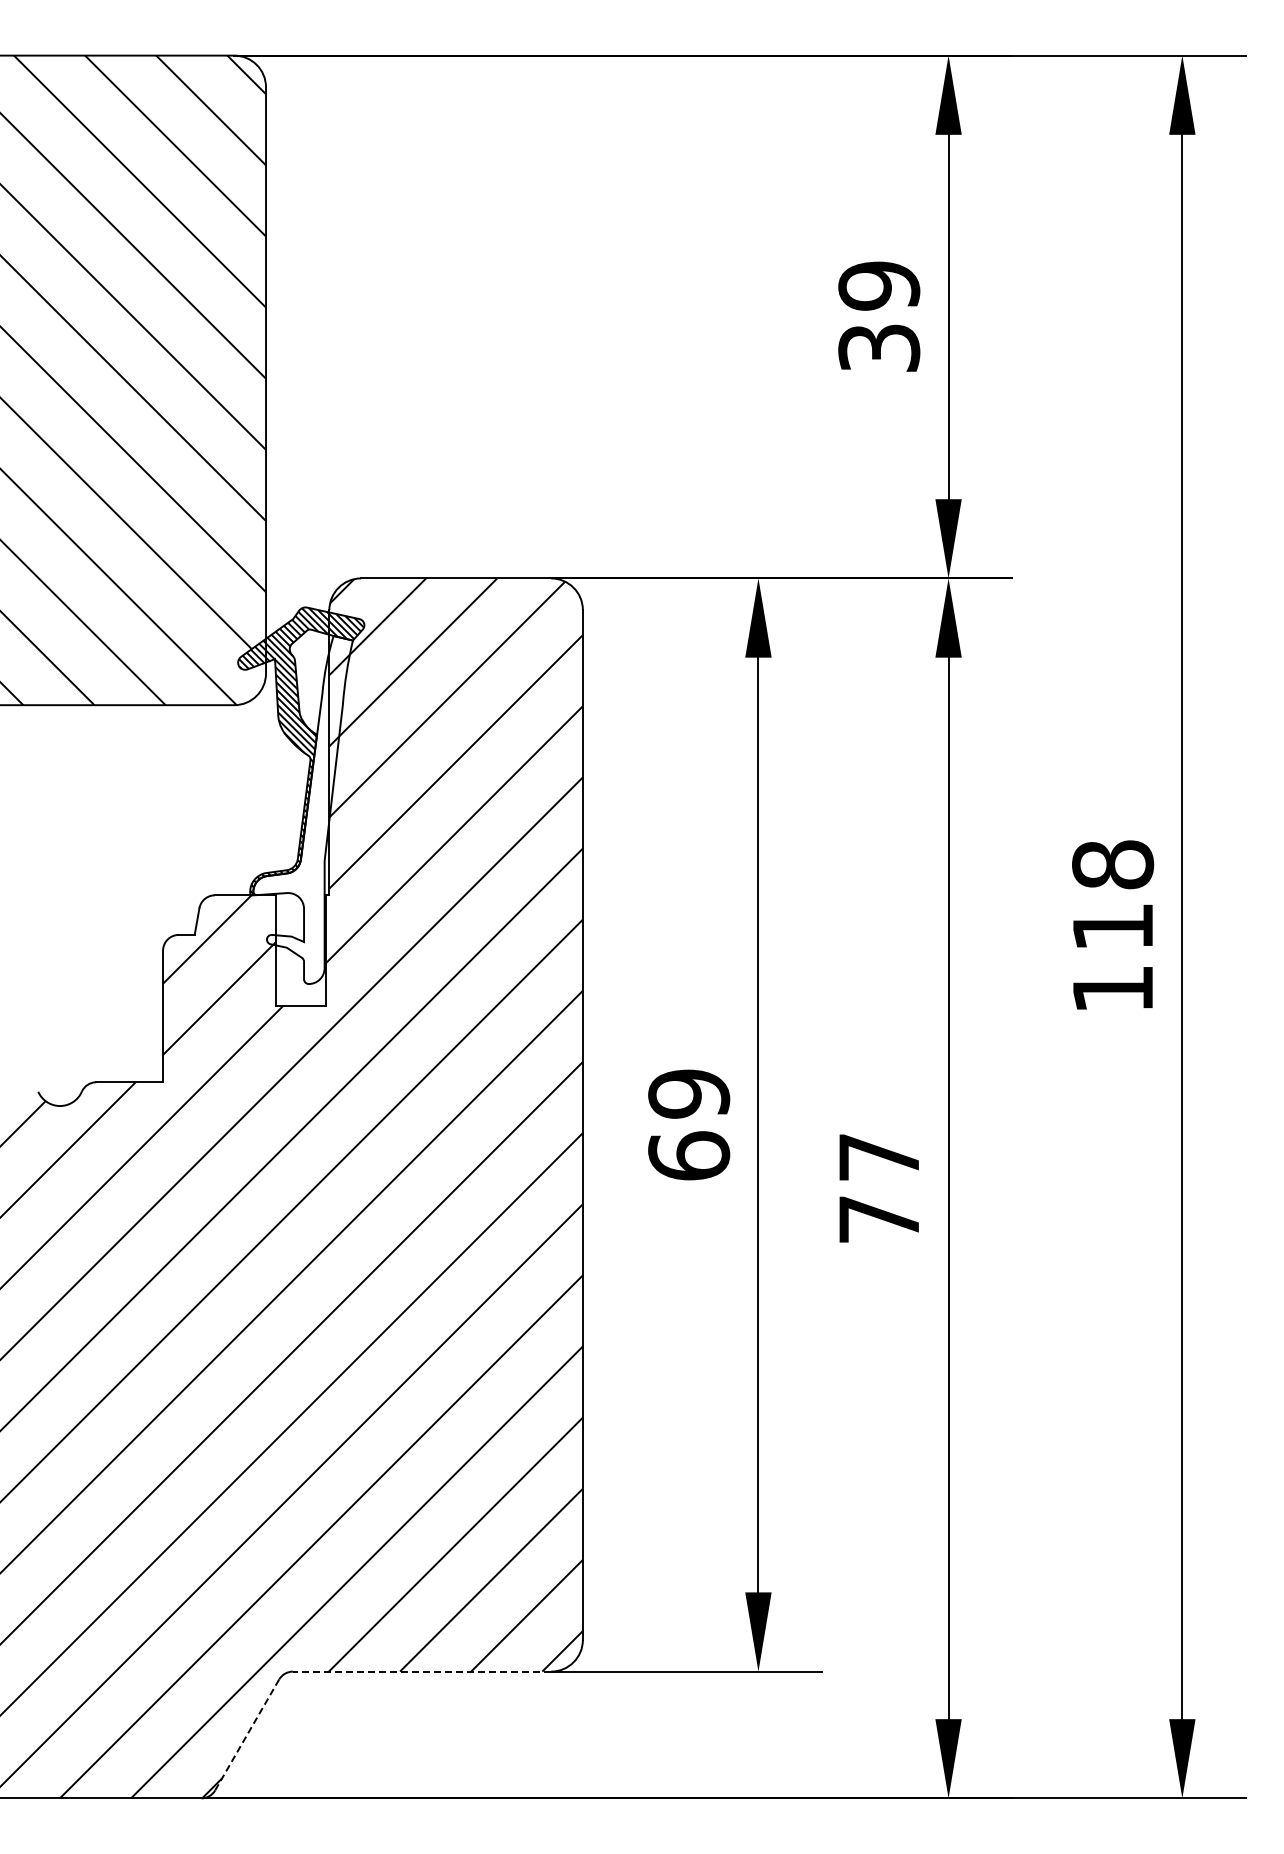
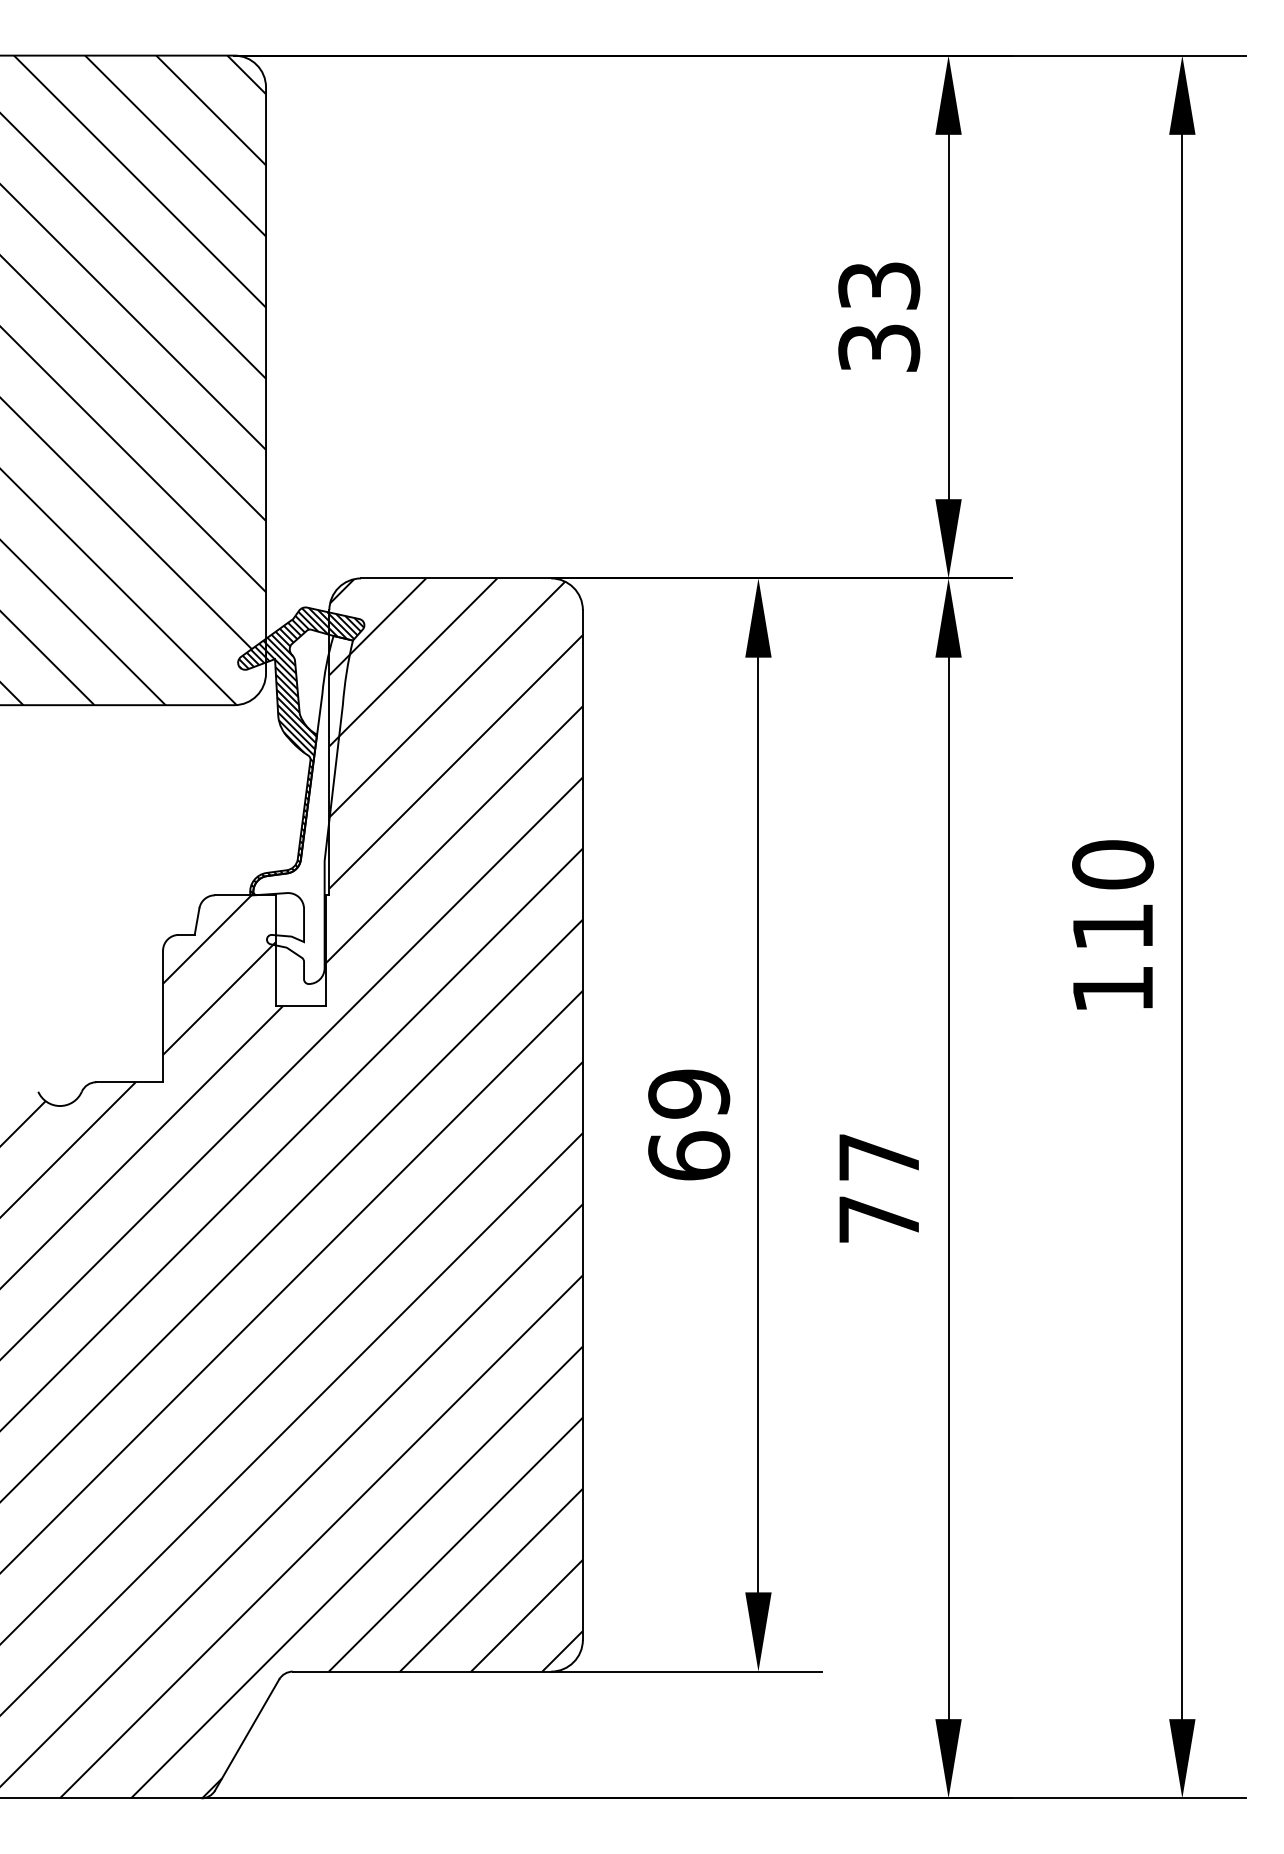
text at (879, 285): 39 -> 33
text at (1112, 864): 118 -> 110
line at (421, 1671): dashed -> solid
line at (246, 1735): dashed -> solid
